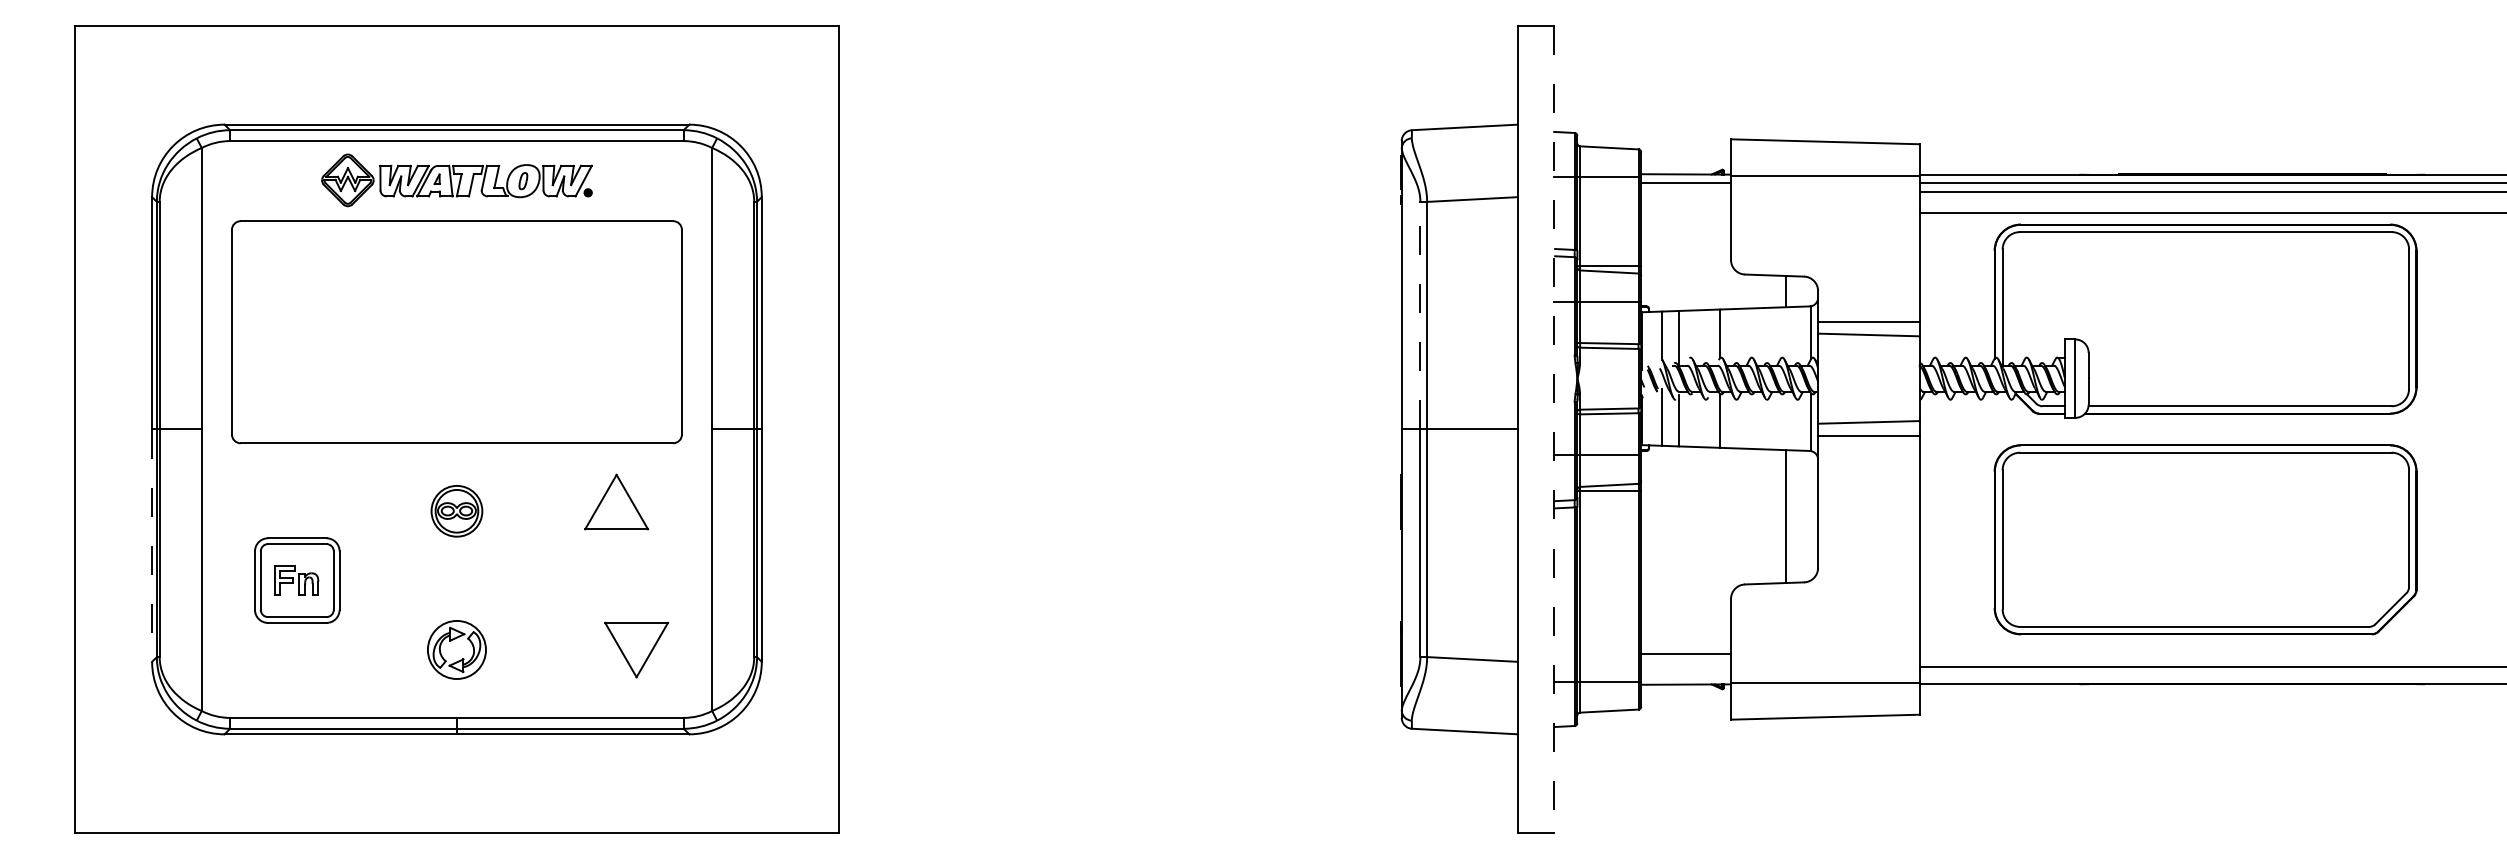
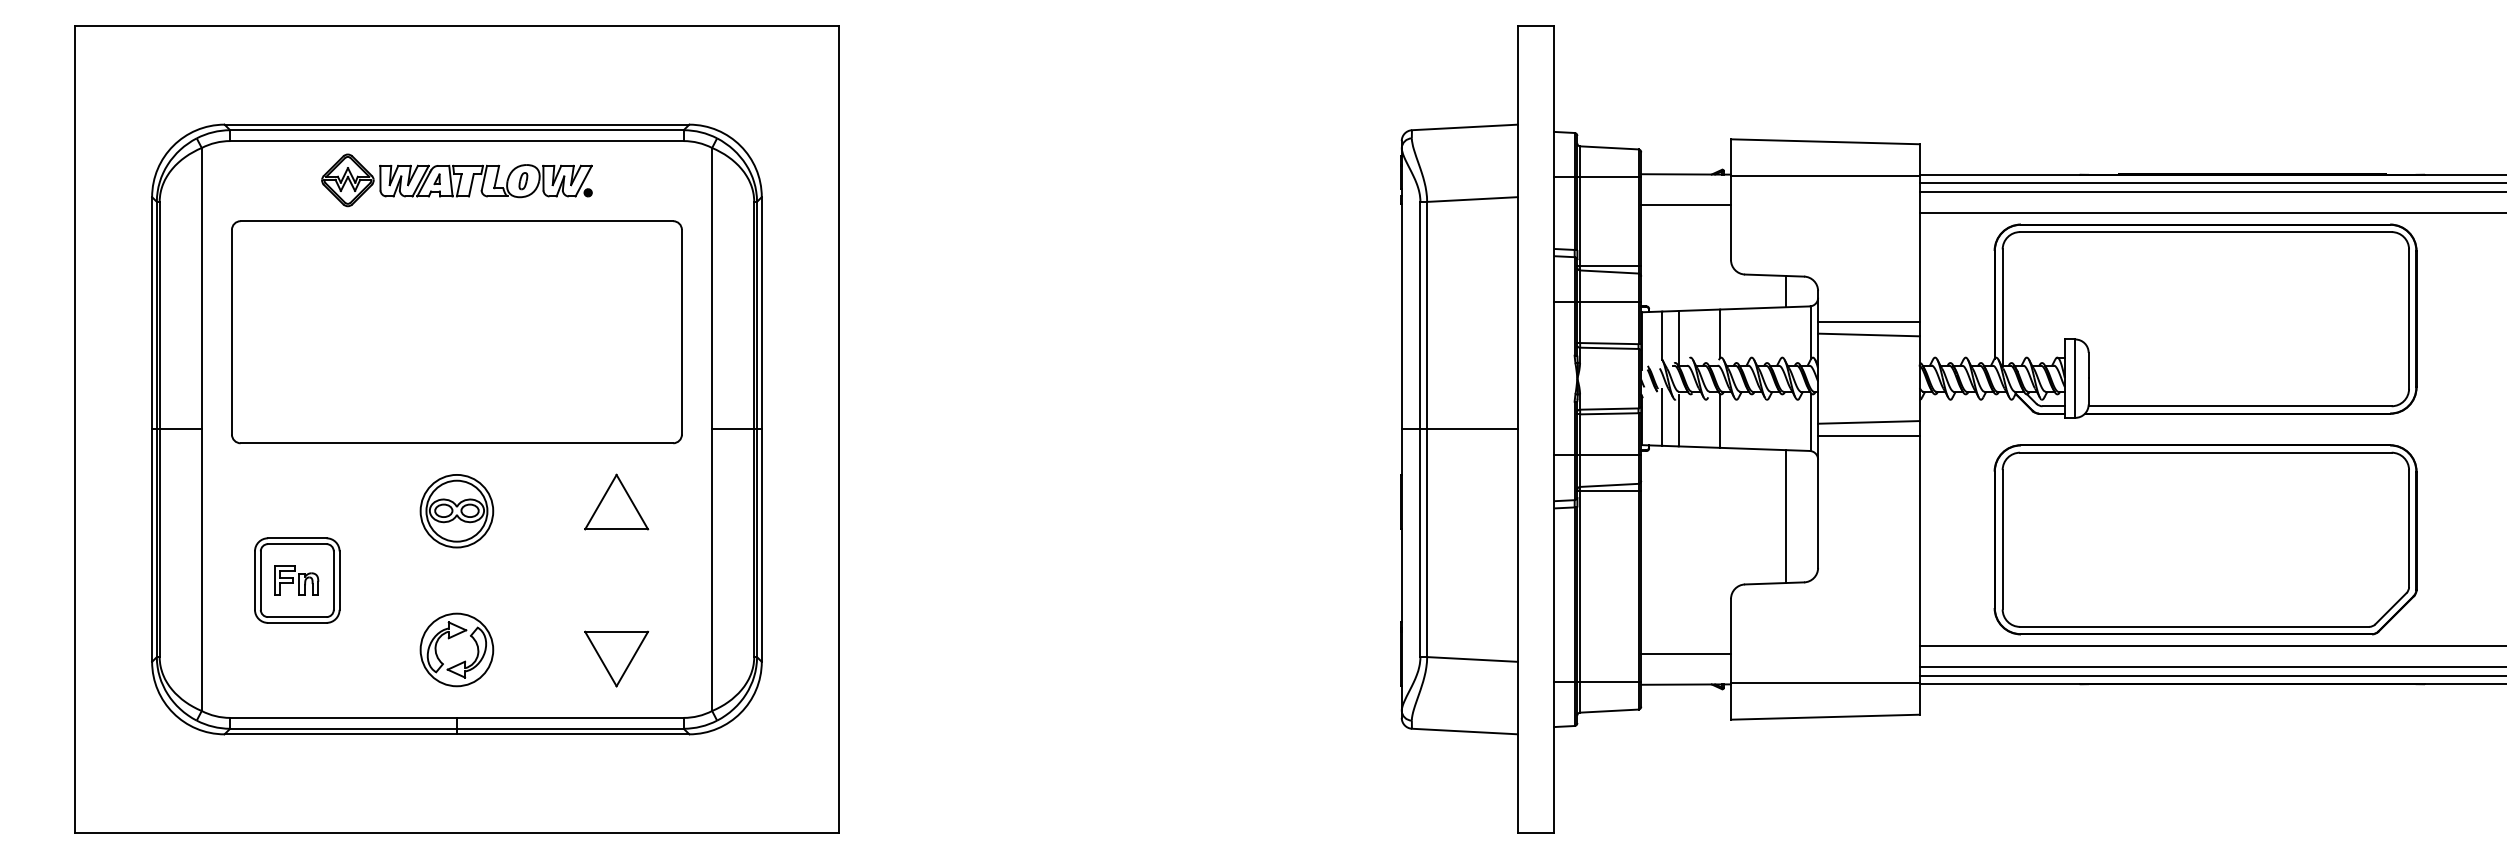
line at (1686, 183) position: (1686, 183) -> (1686, 205)
line at (1420, 315): dashed -> solid
line at (1554, 429): dashed -> solid
part at (456, 511) size: 54x53 px -> 76x75 px
line at (152, 546): dashed -> solid
line at (2211, 646): none -> present
part at (456, 649) size: 60x60 px -> 76x76 px
part at (636, 649) position: (636, 649) -> (616, 658)
line at (2211, 675): none -> present
